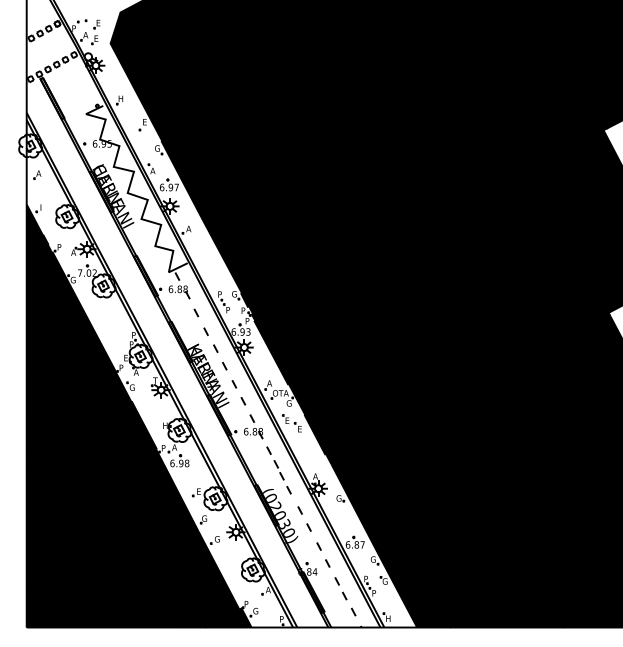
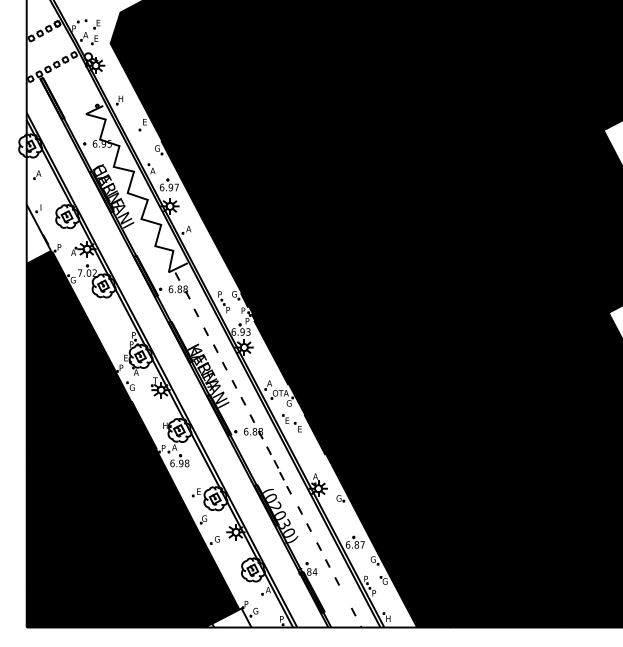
fill at (38, 233): present -> none
line at (344, 595): present -> none
fill at (227, 617): present -> none
